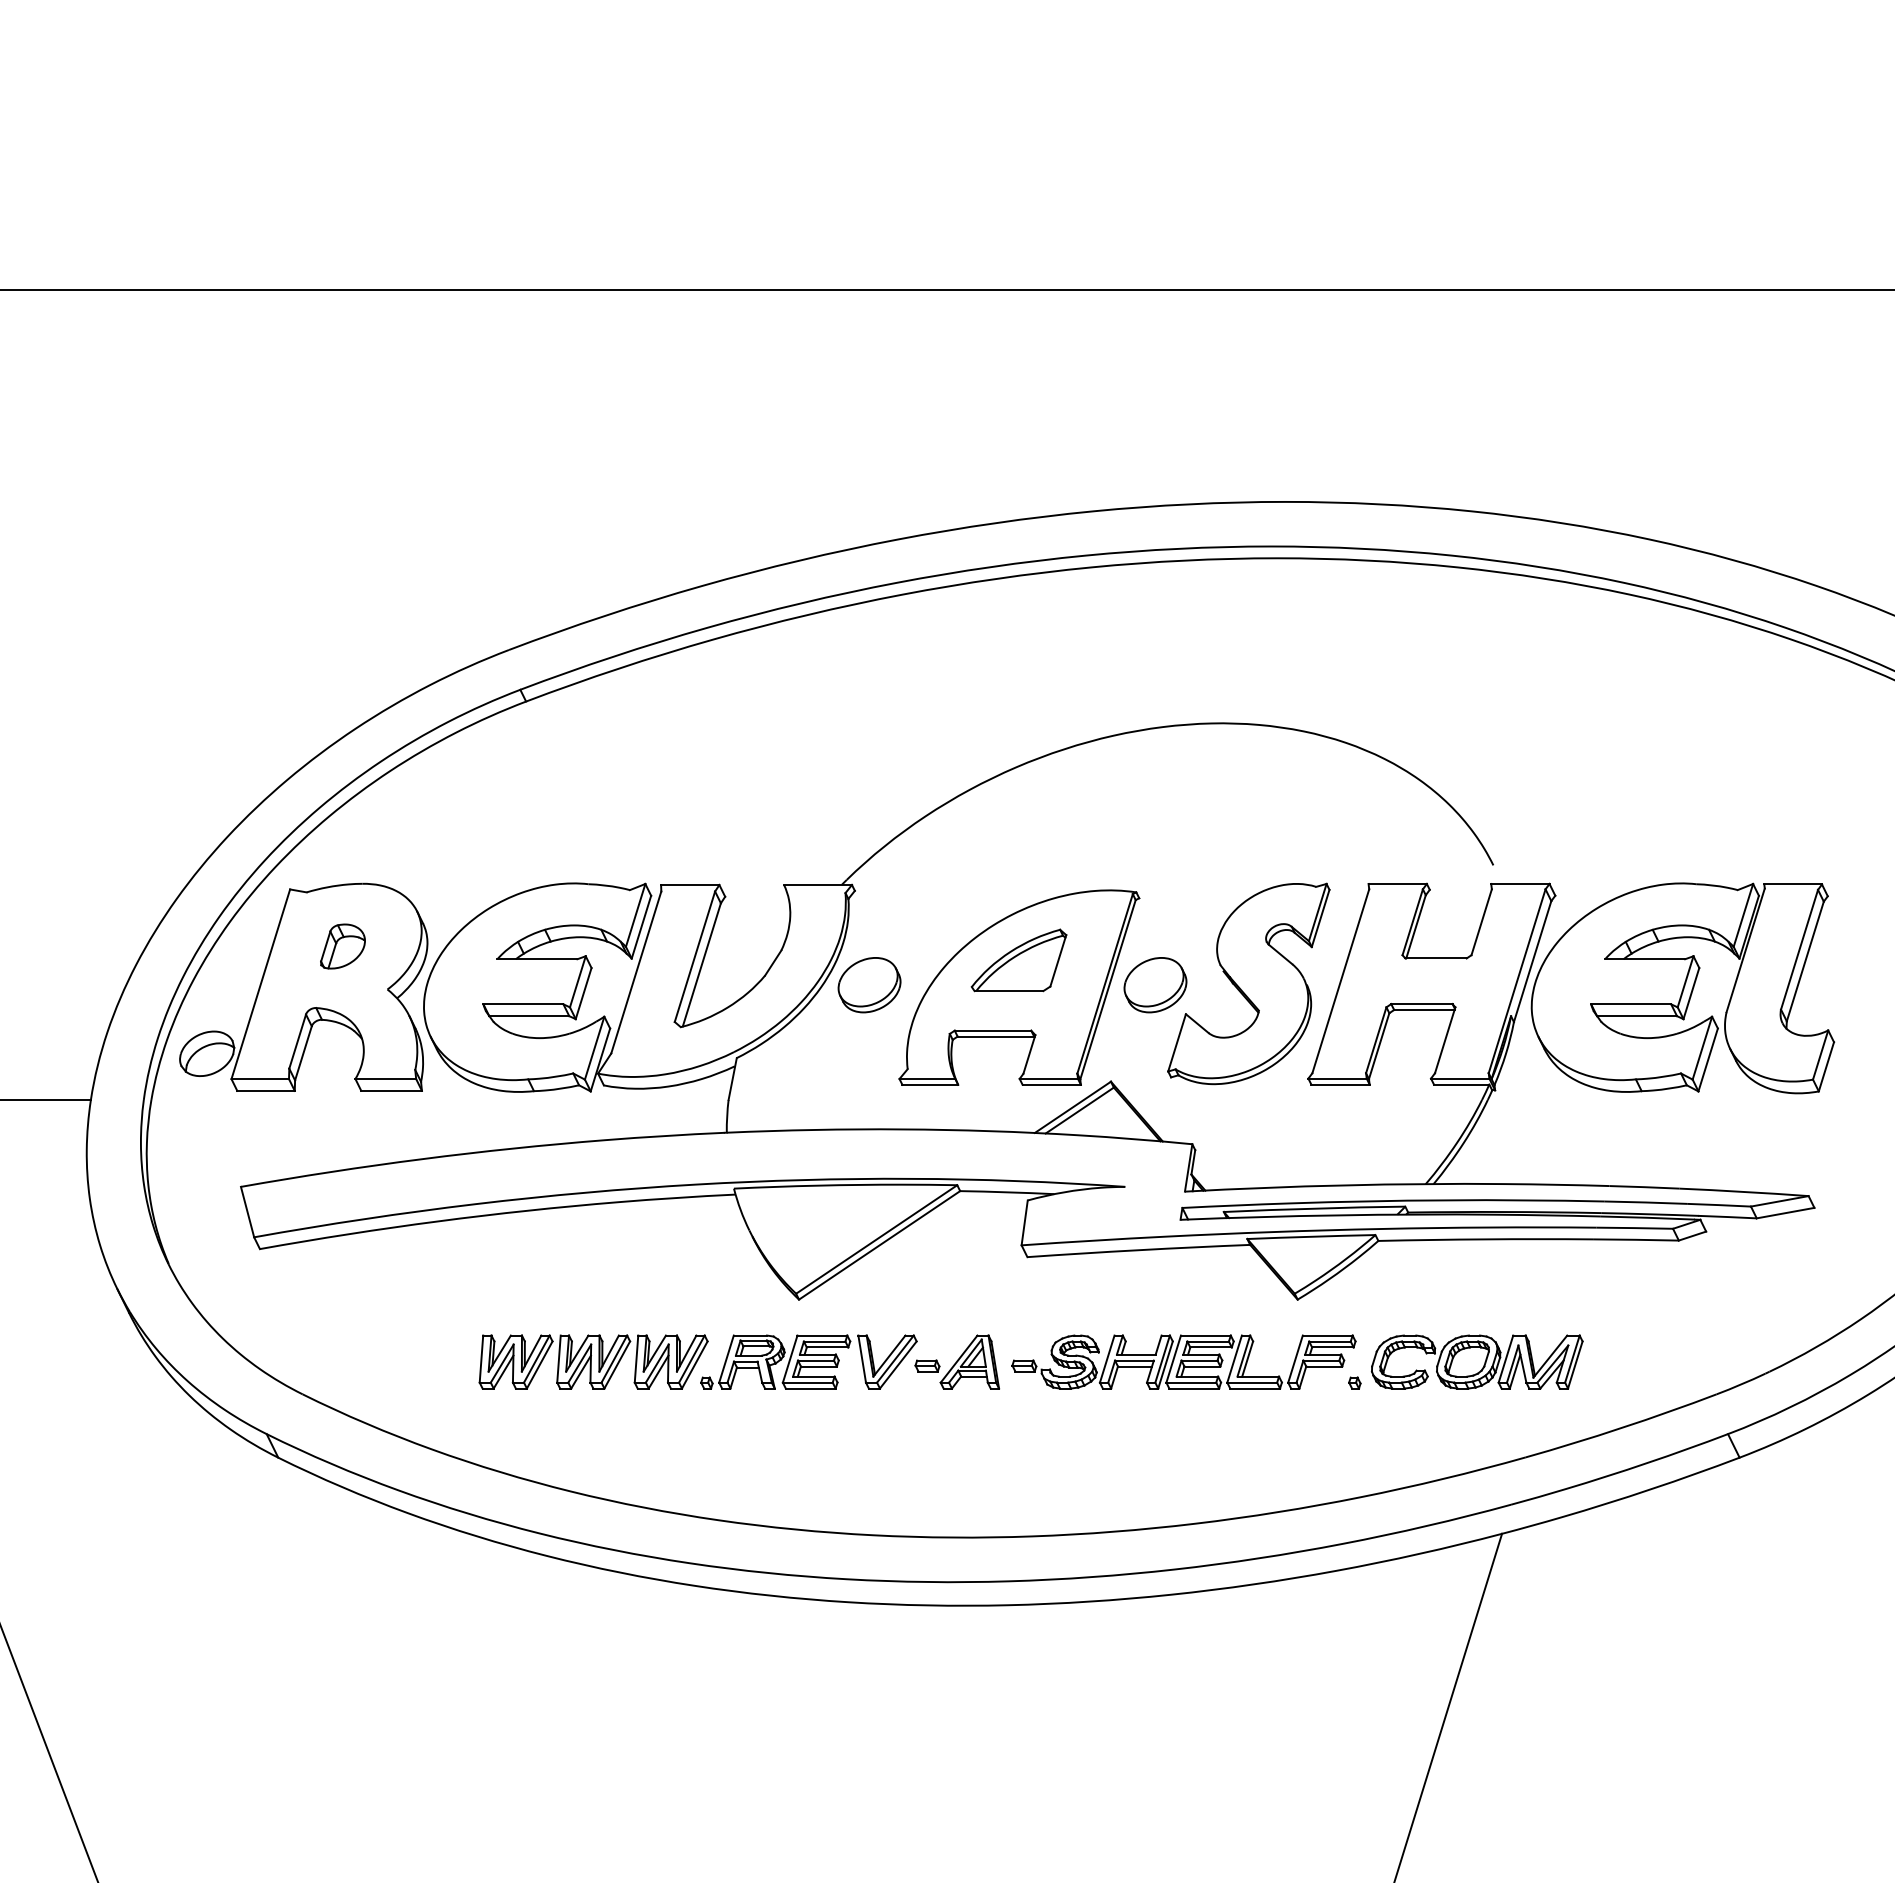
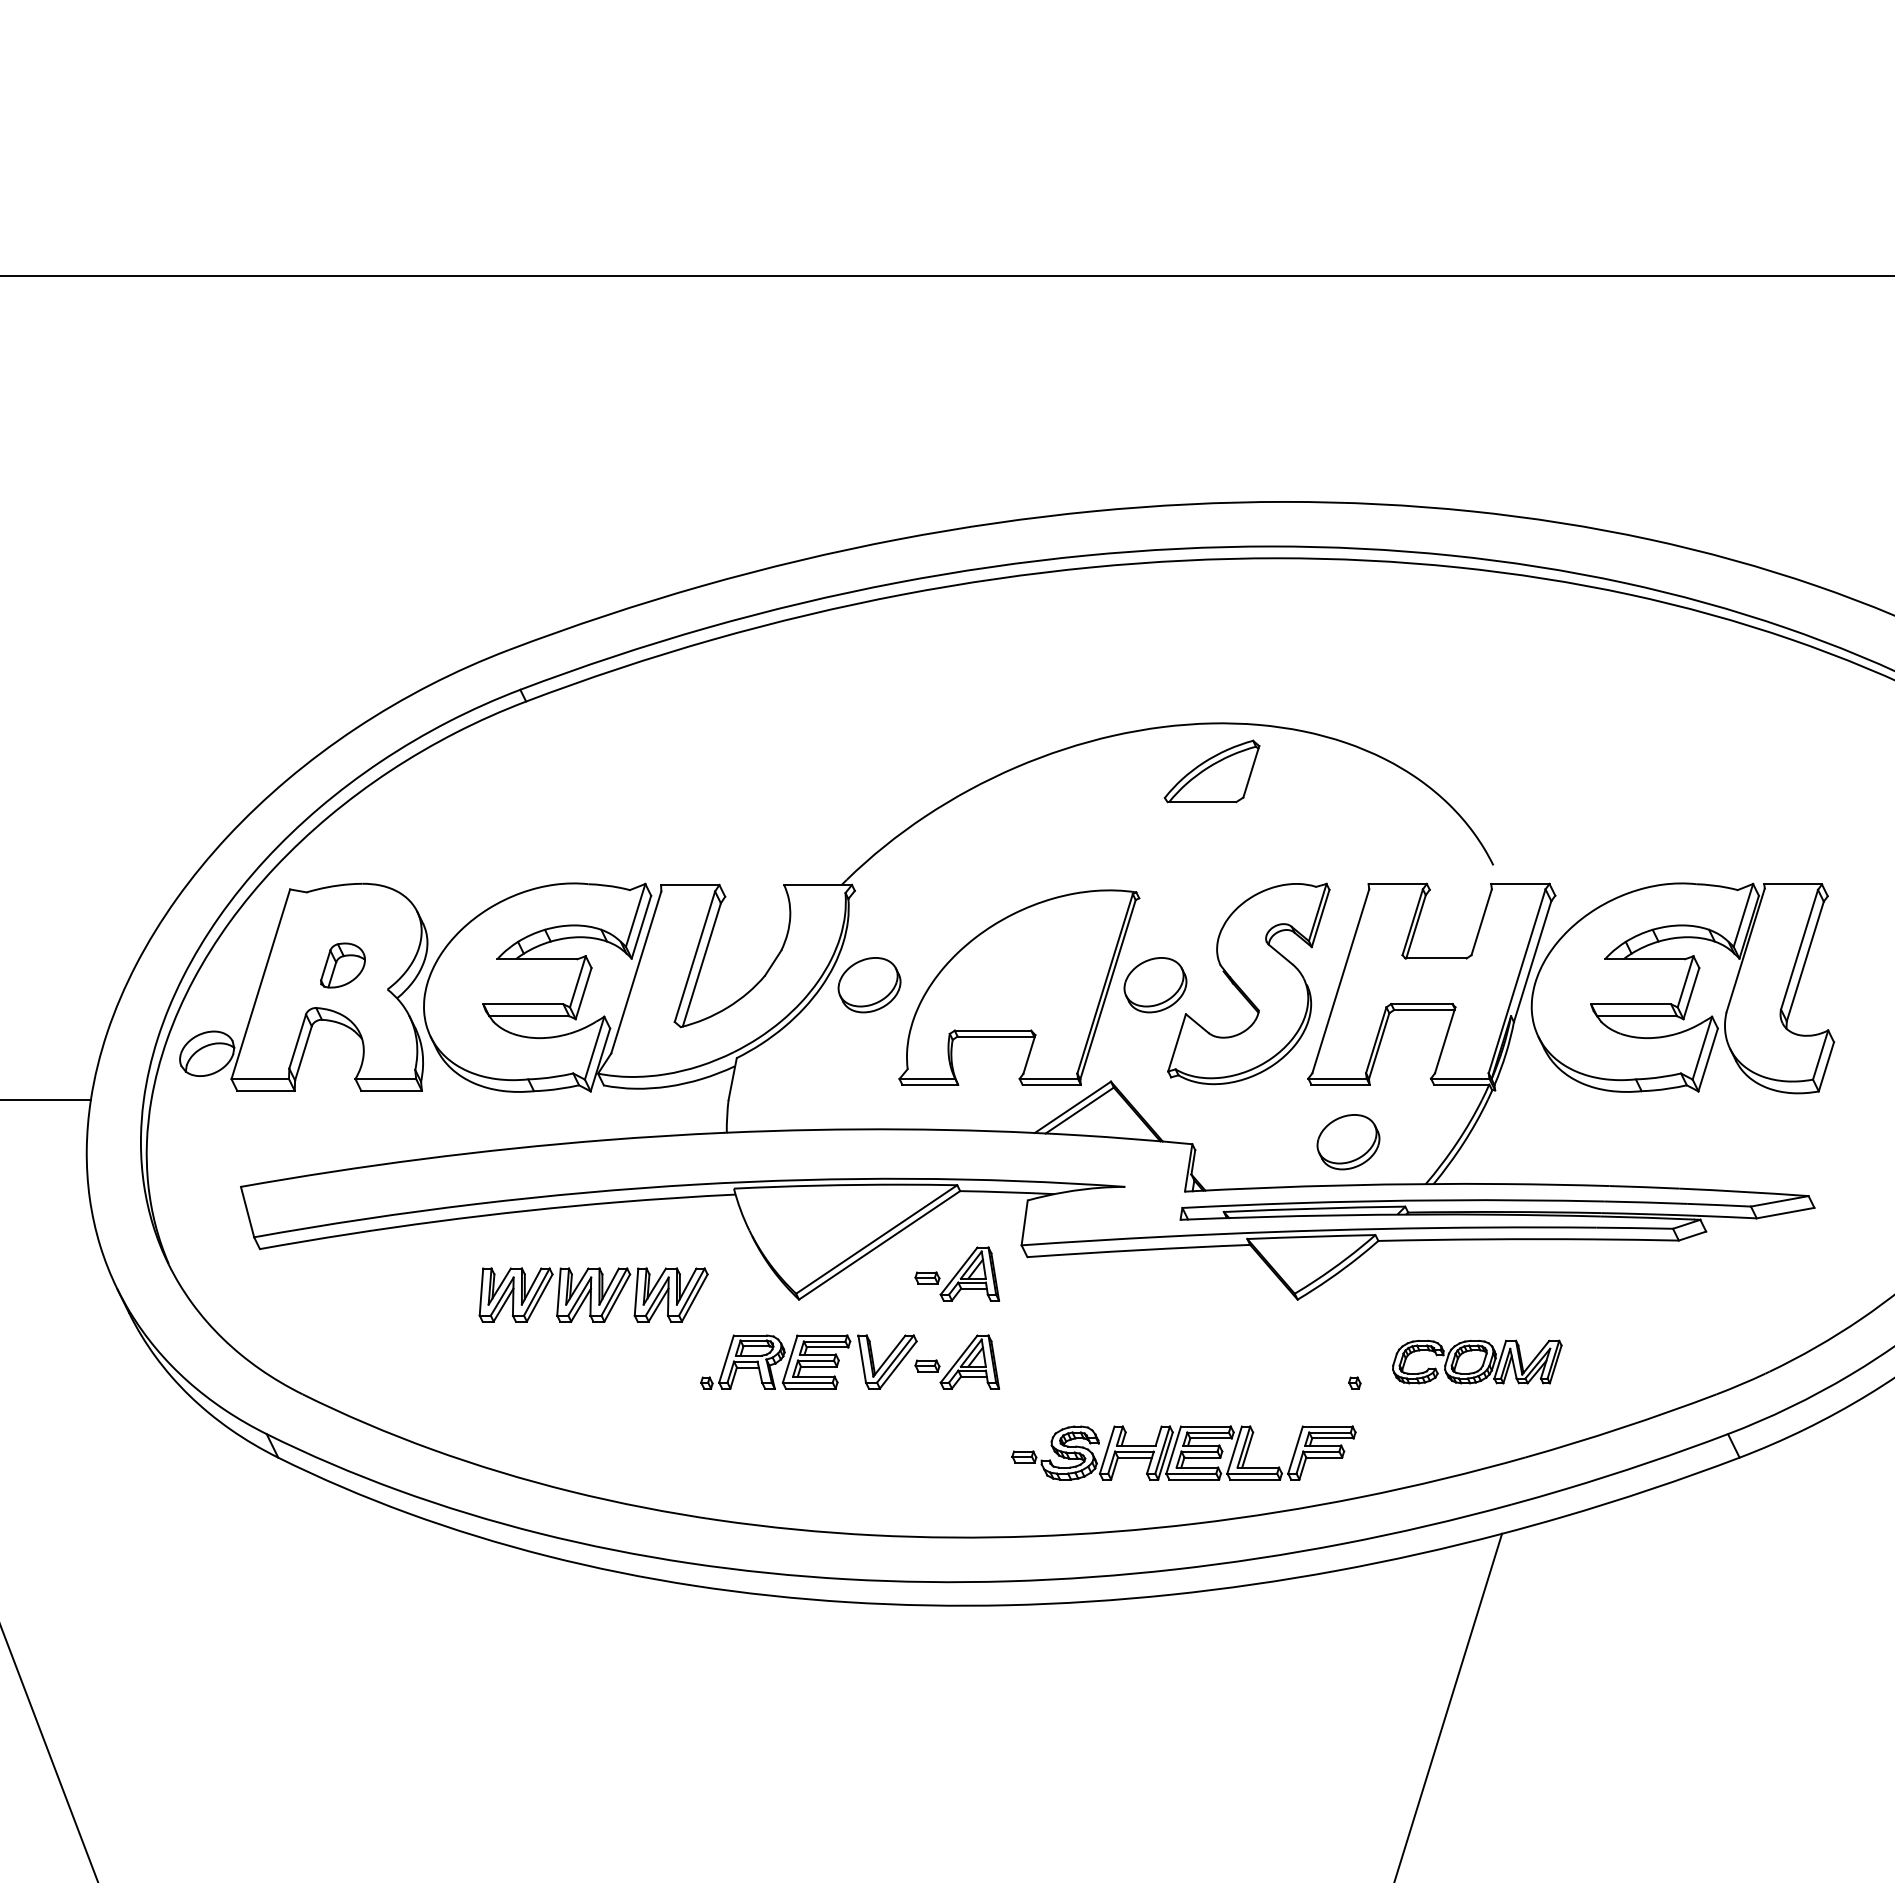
line at (946, 289) position: (946, 289) -> (946, 275)
part at (342, 946) position: (342, 946) -> (342, 965)
part at (1018, 960) position: (1018, 960) -> (1211, 771)
part at (1348, 1142): none -> present
part at (957, 1273): none -> present
part at (593, 1361) position: (593, 1361) -> (593, 1294)
part at (1183, 1361) position: (1183, 1361) -> (1183, 1452)
part at (1477, 1361) size: 213x56 px -> 171x46 px
